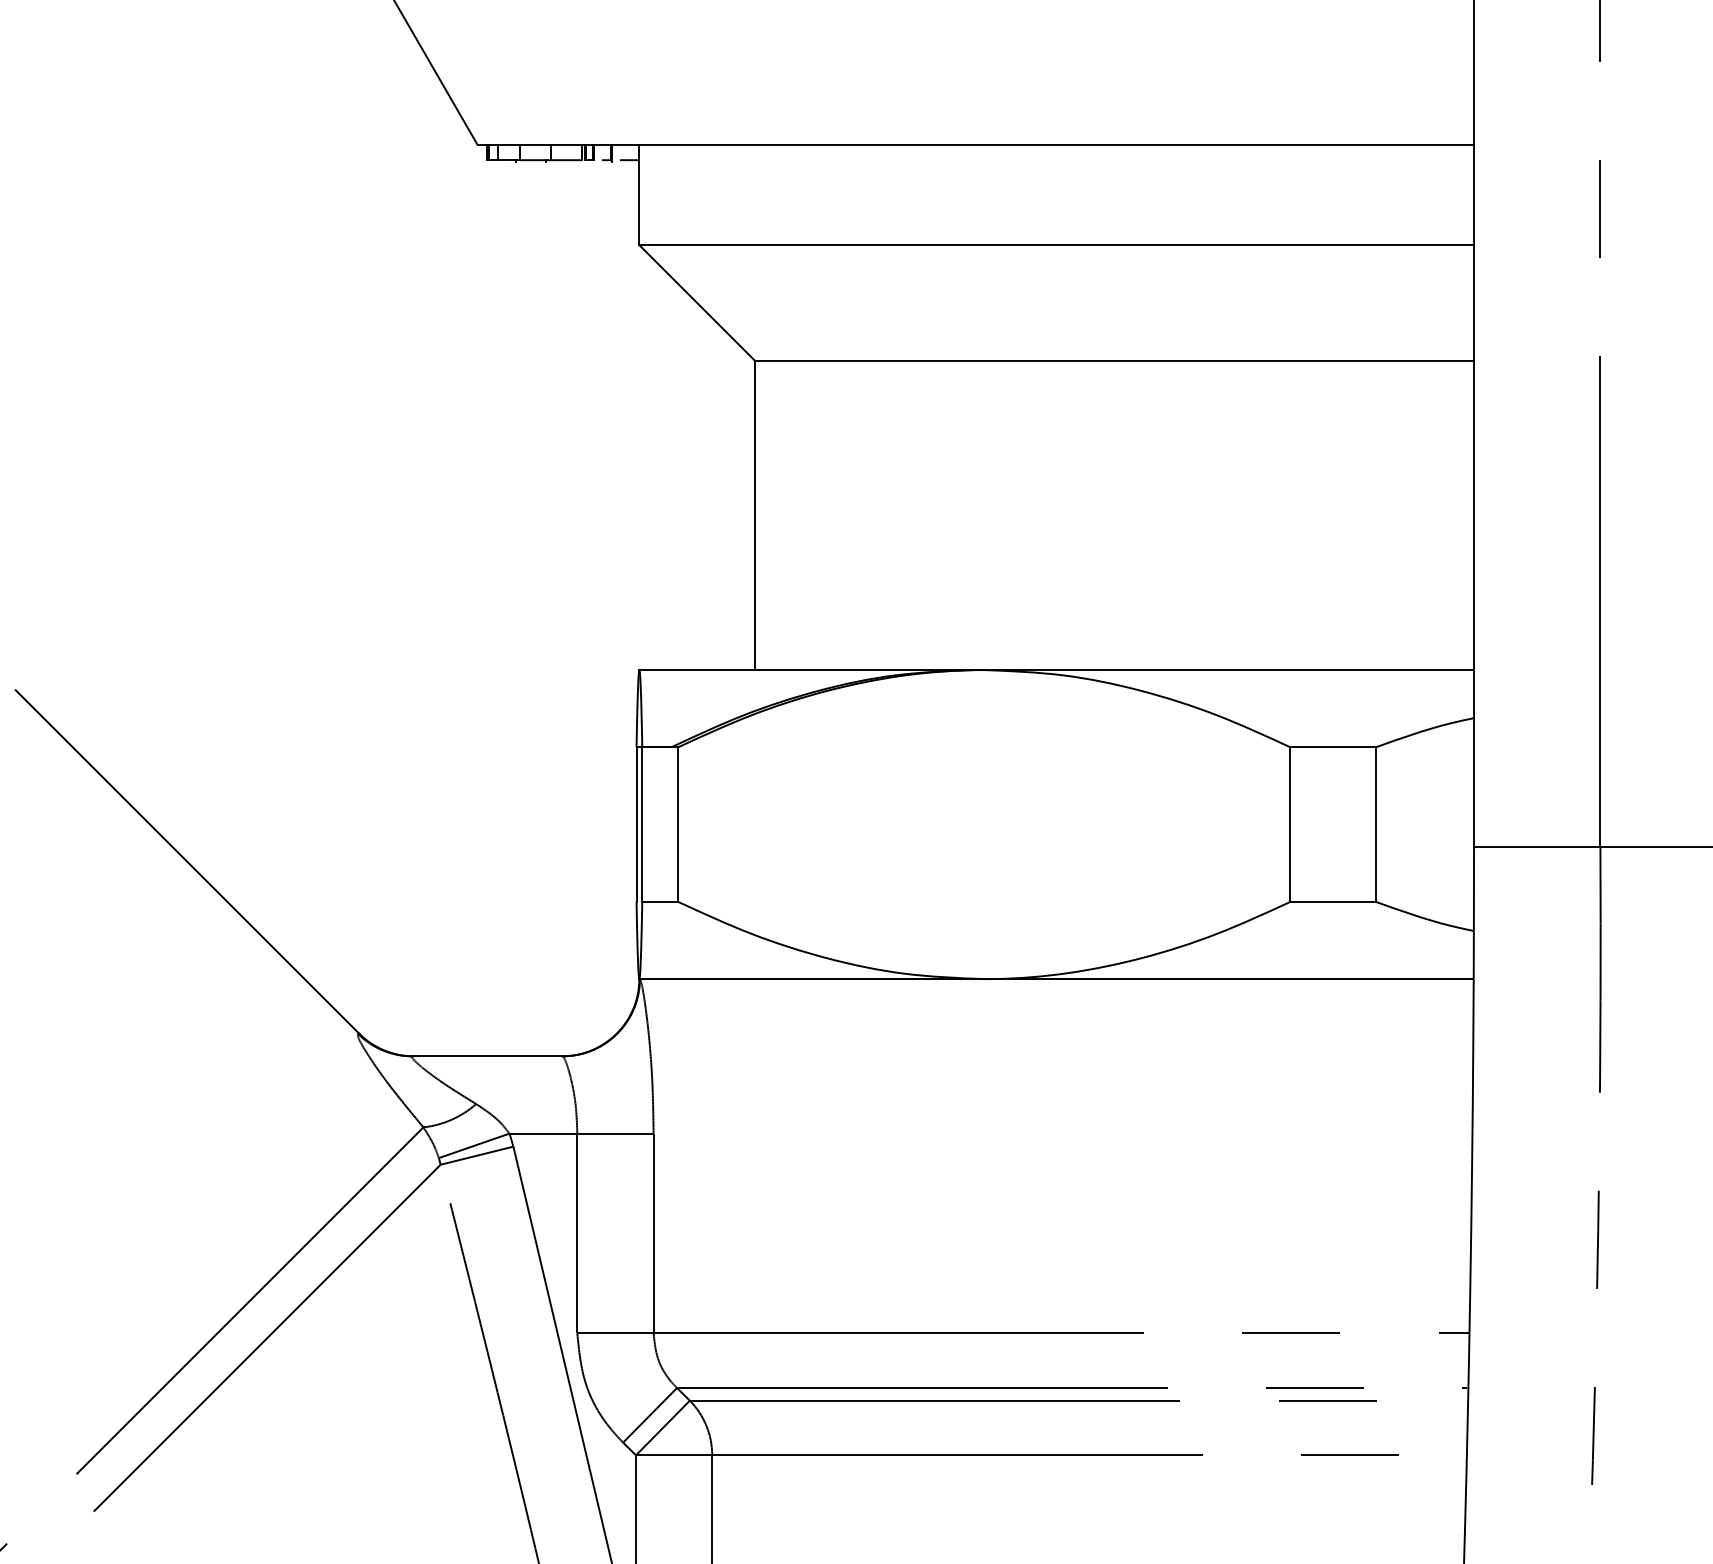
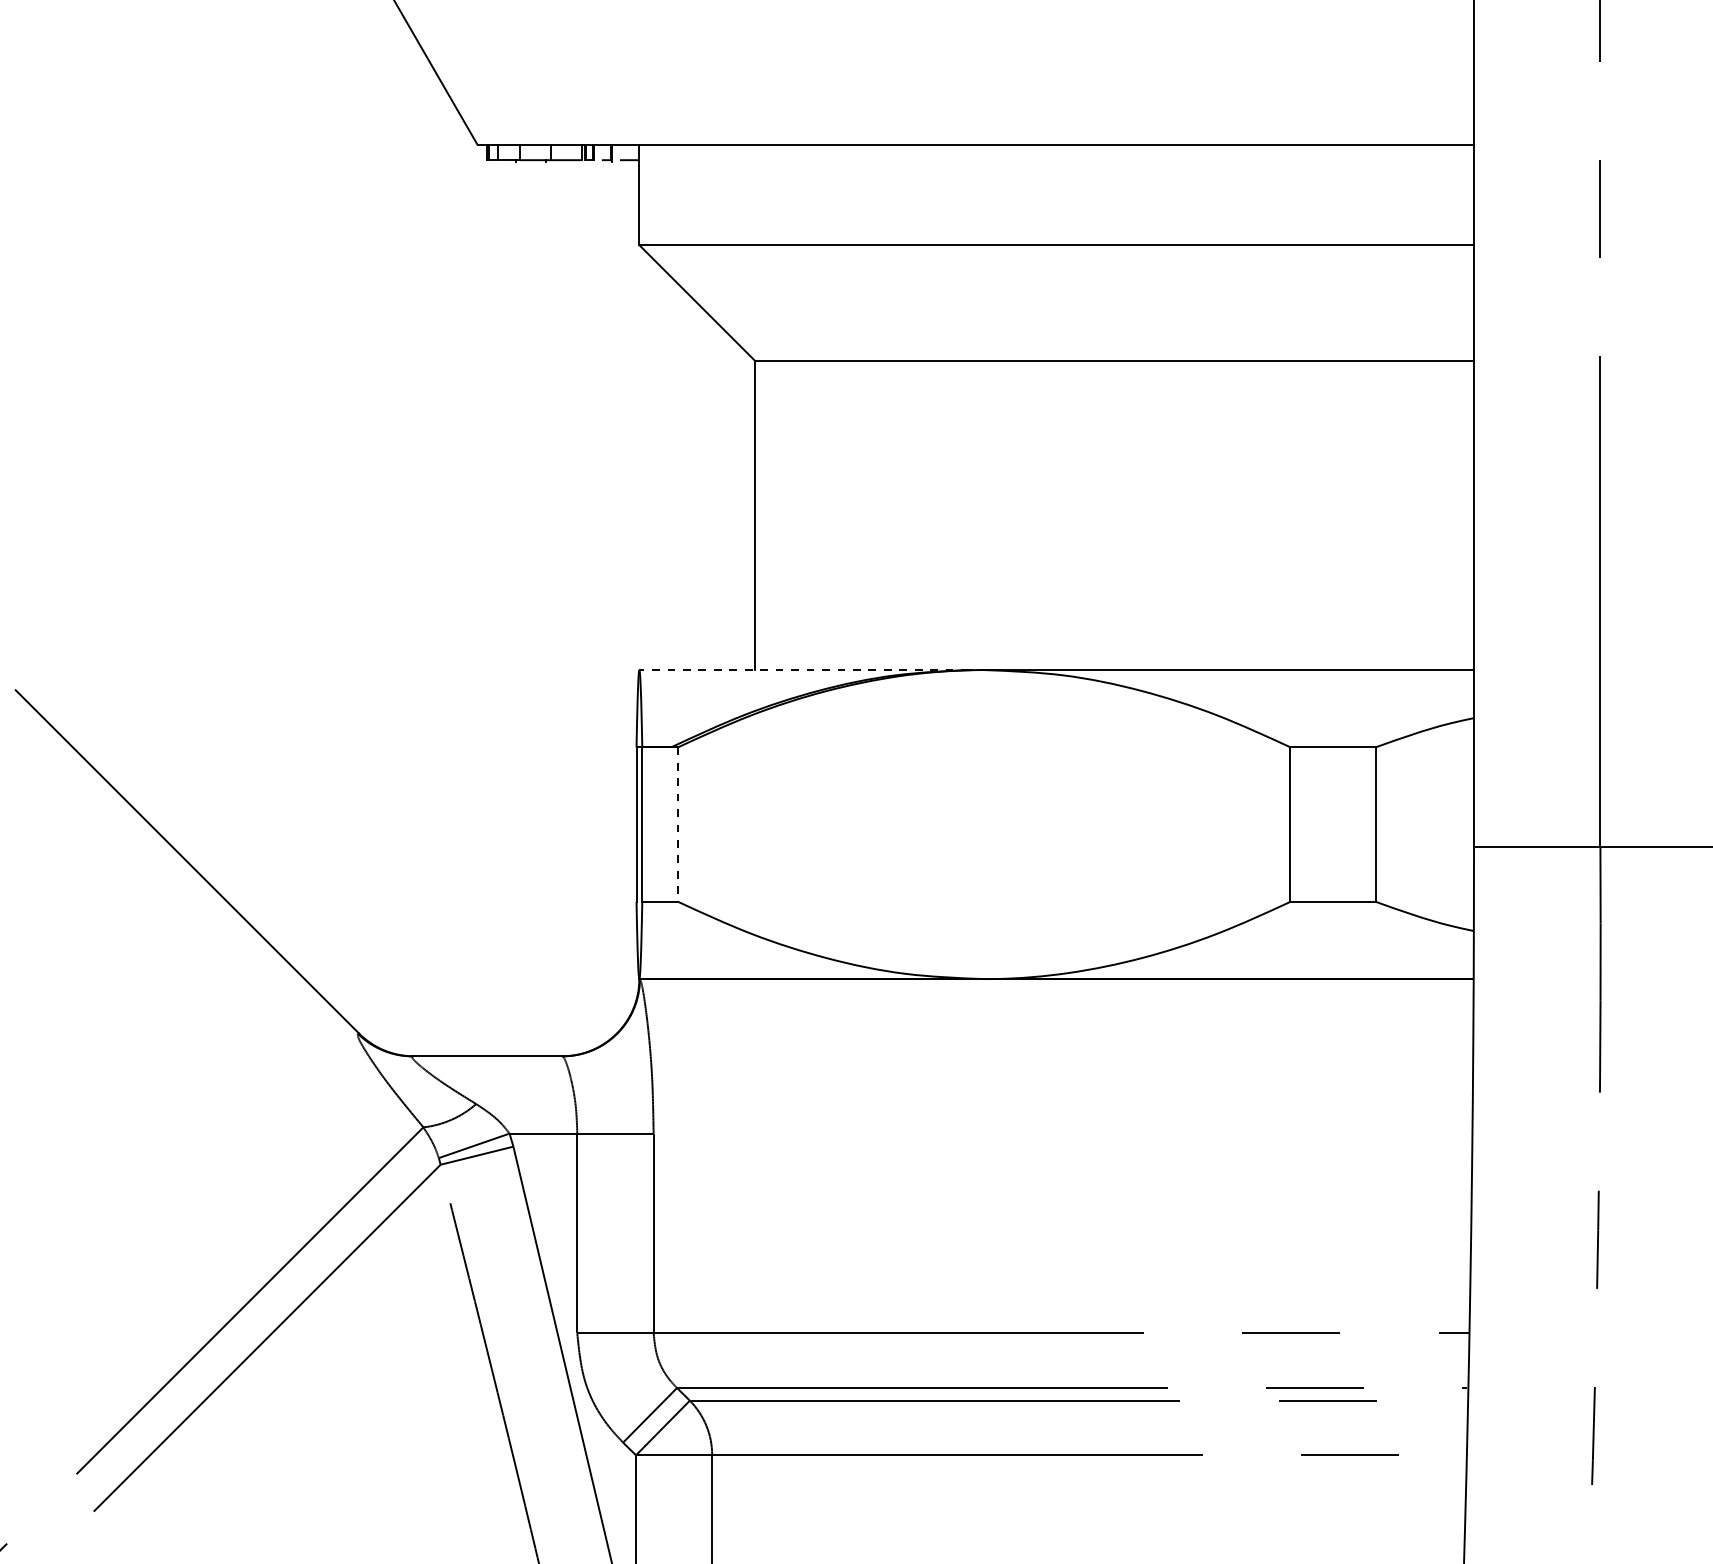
line at (811, 670): solid -> dashed
line at (678, 825): solid -> dashed
